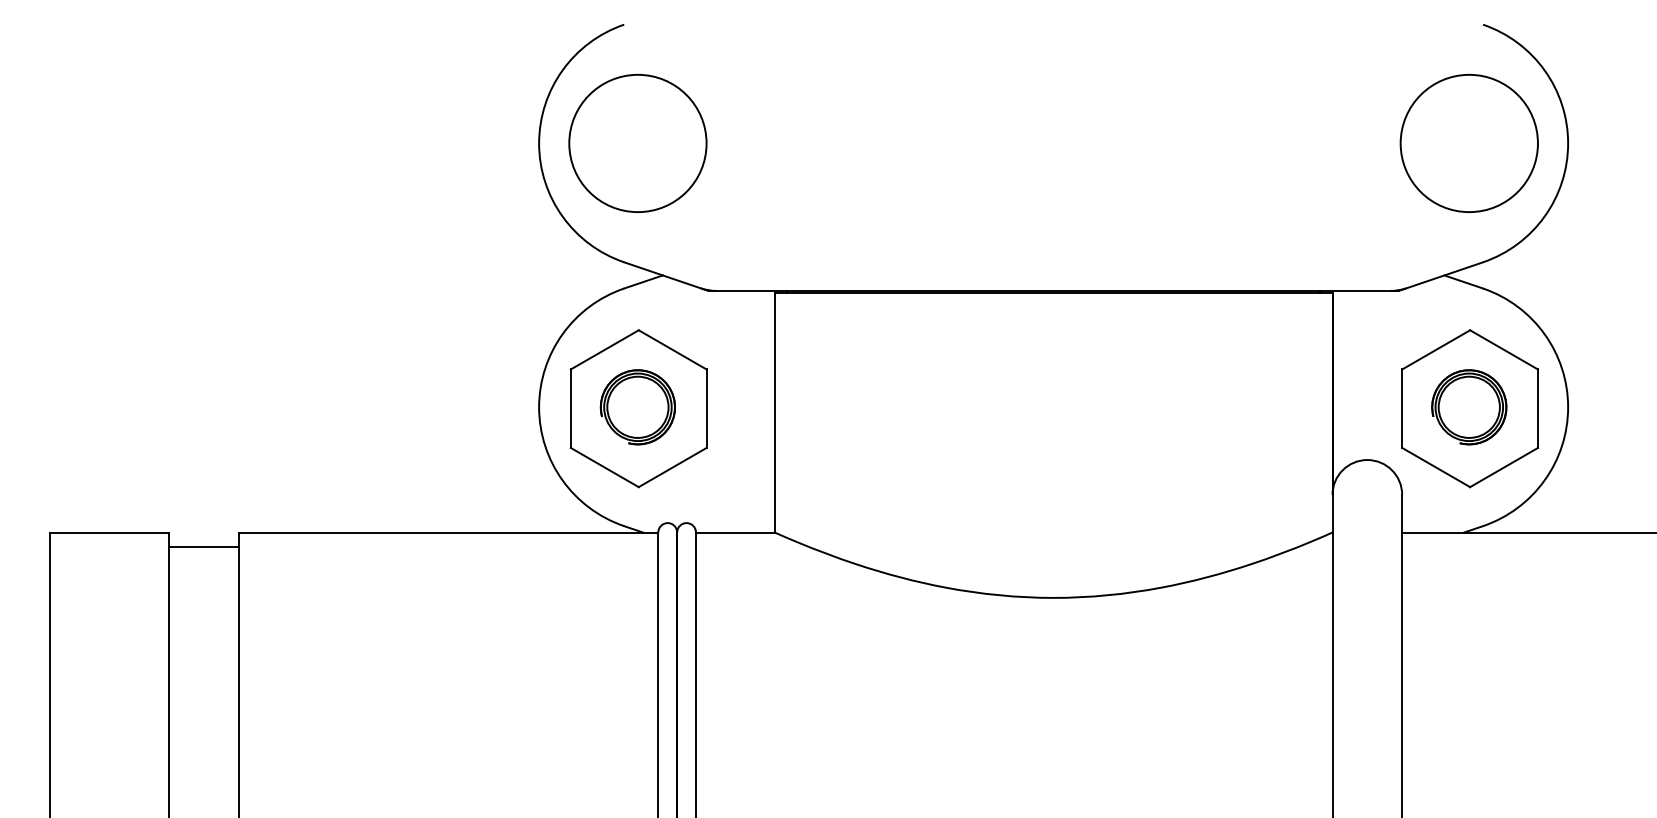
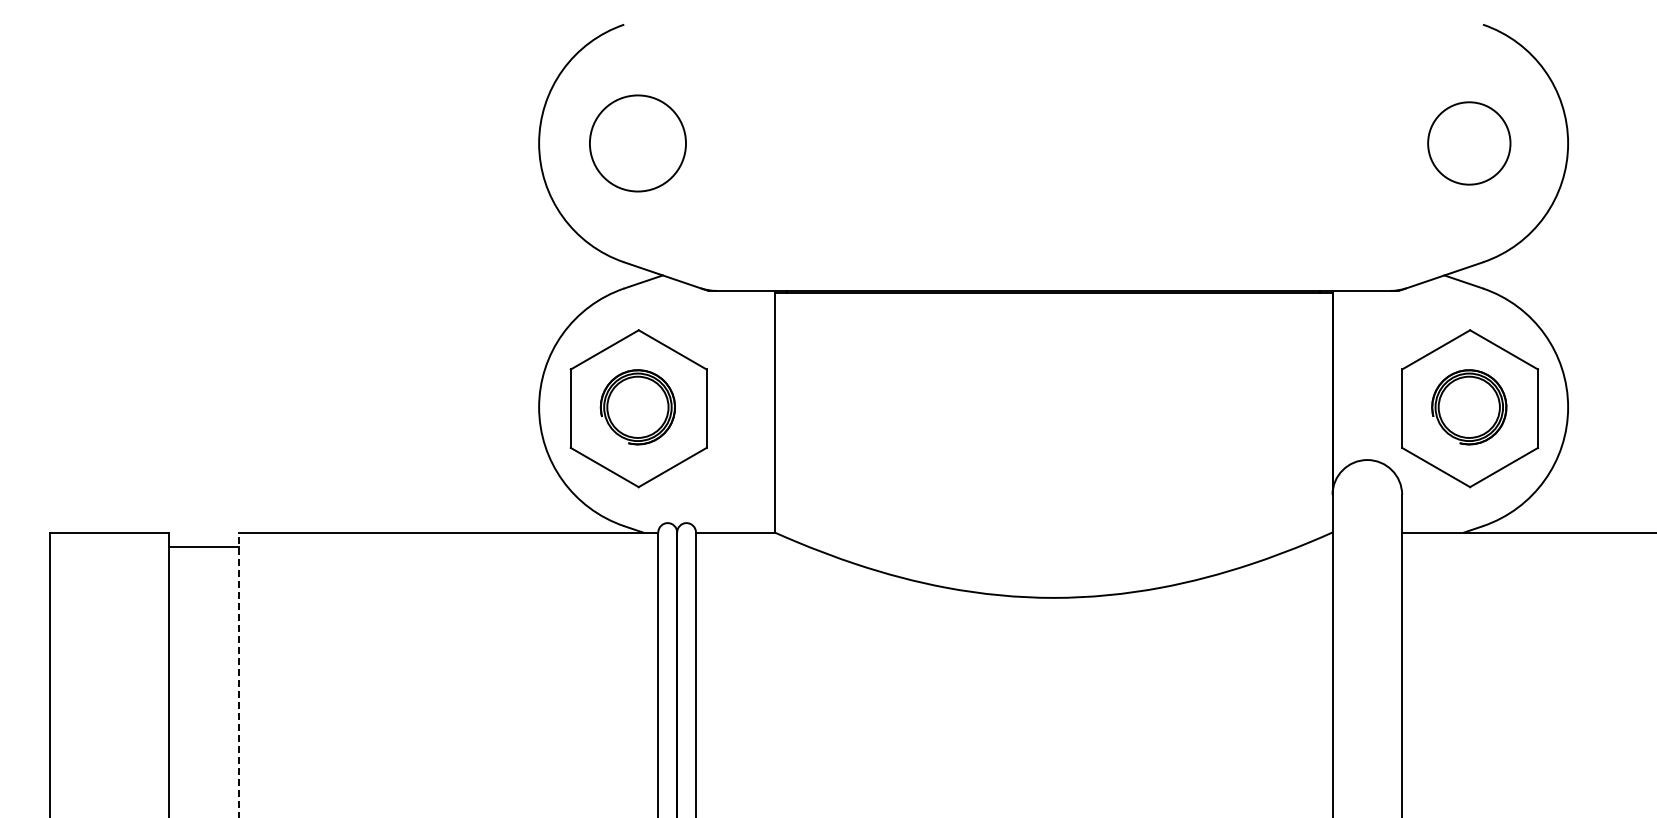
circle at (637, 143) size: 140x139 px -> 98x99 px
circle at (1468, 143) diameter: 137 px -> 82 px
line at (239, 674): solid -> dashed
